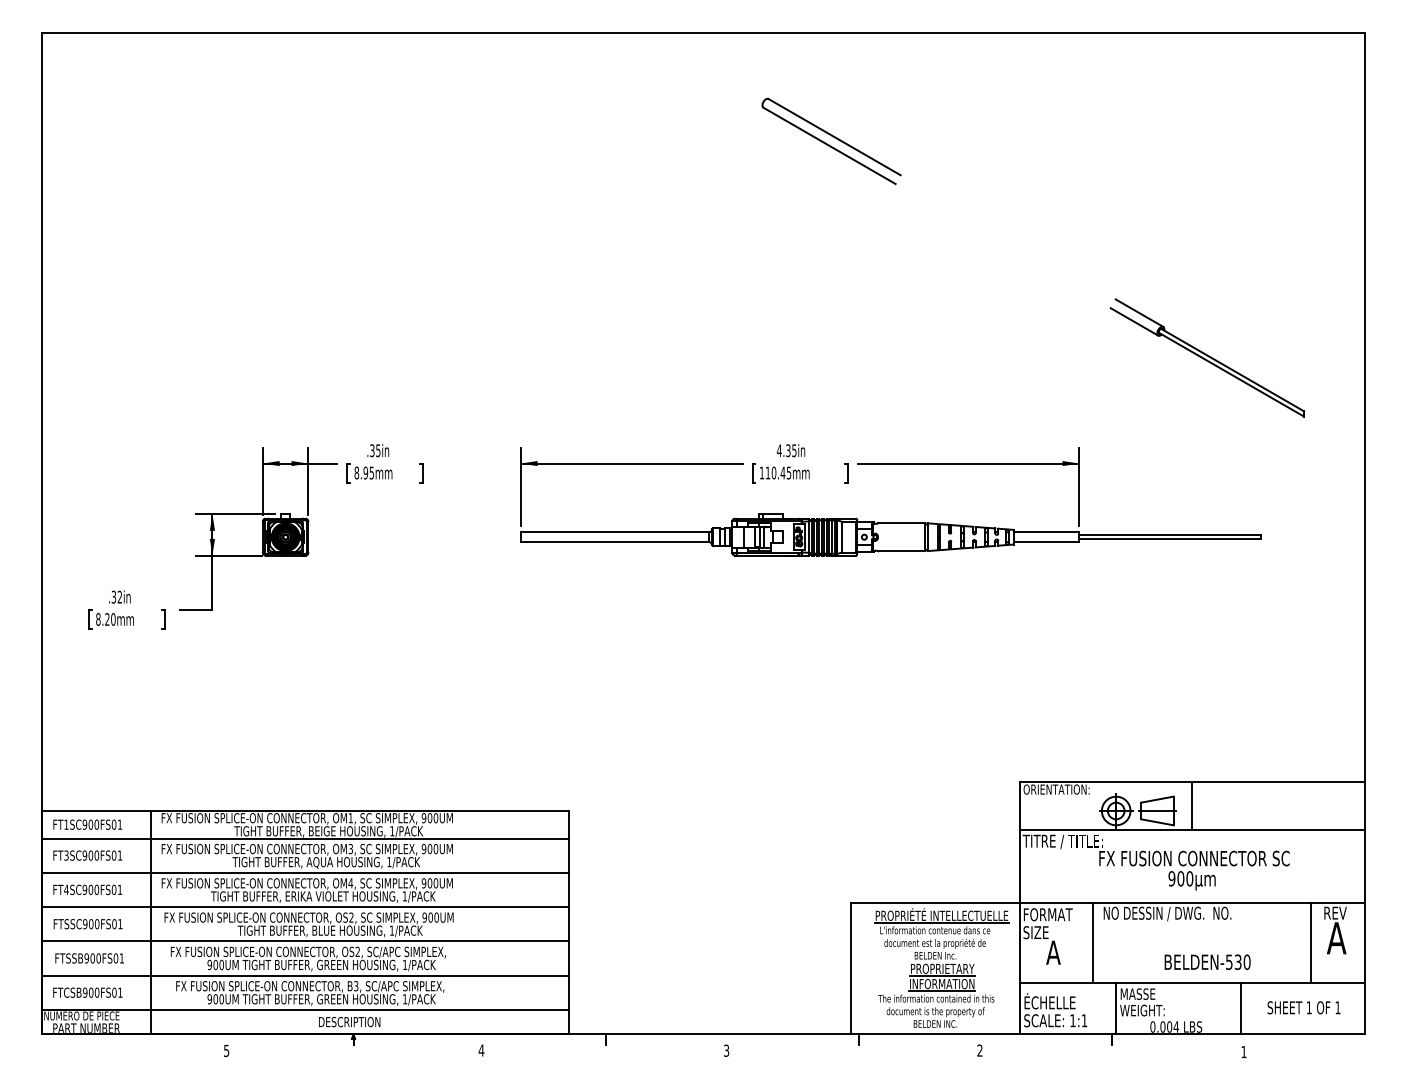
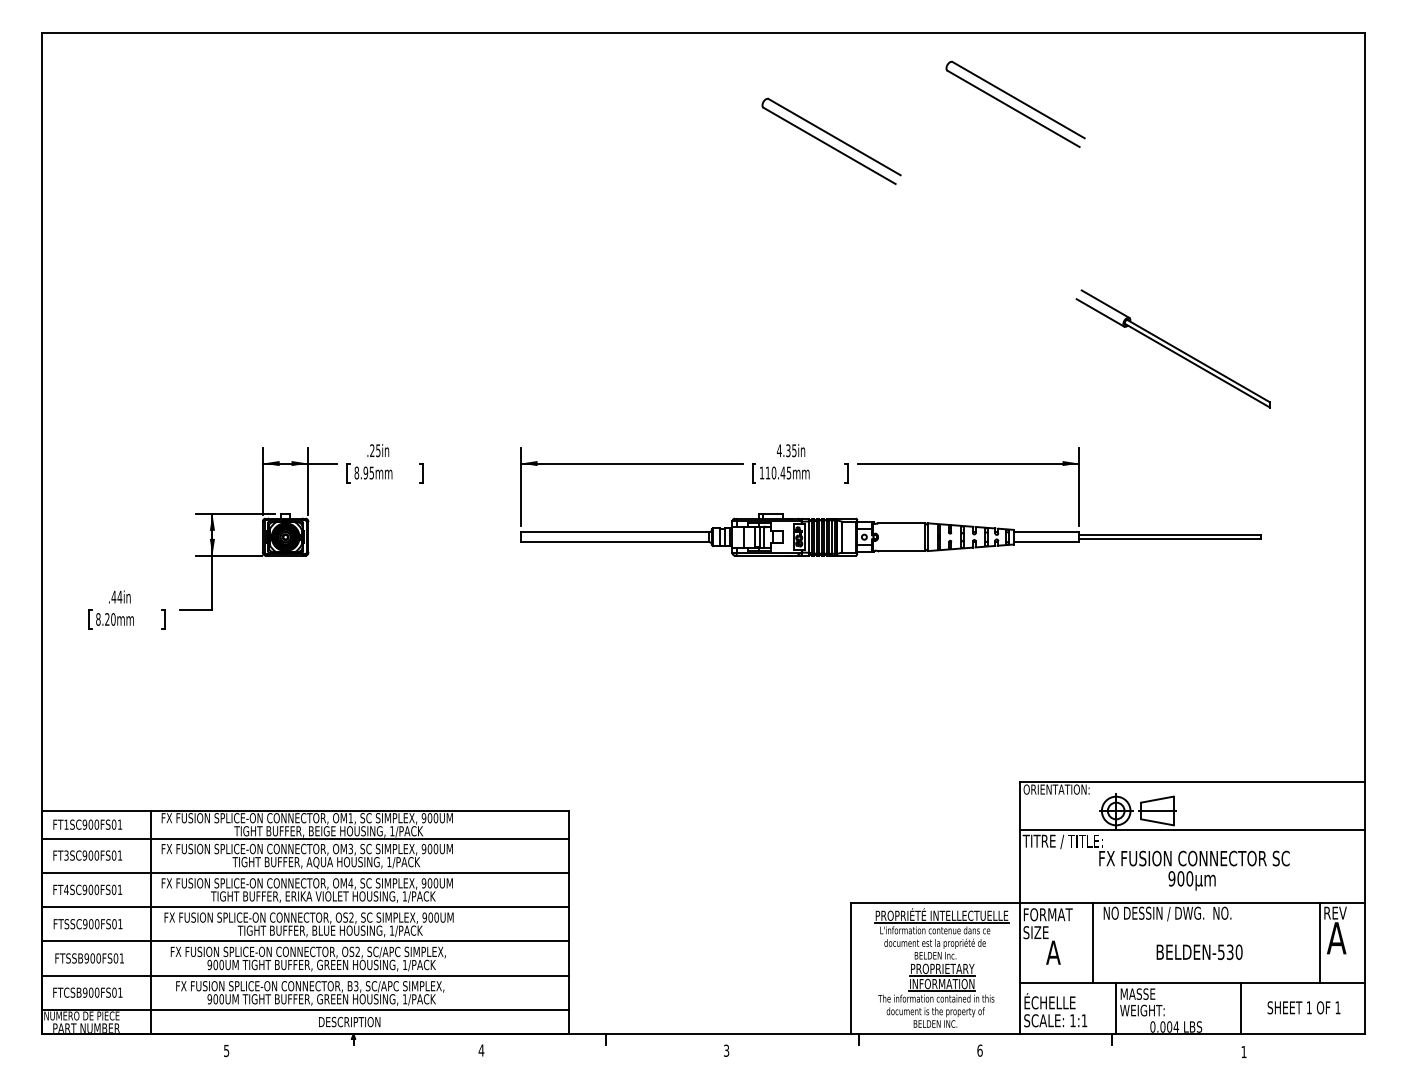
part at (1015, 103): none -> present
part at (1206, 357) position: (1206, 357) -> (1172, 348)
text at (372, 451): .35in -> .25in
text at (116, 596): .32in -> .44in
line at (1192, 806): present -> none
line at (1310, 942) position: (1310, 942) -> (1319, 942)
text at (1207, 961) position: (1207, 961) -> (1199, 951)
text at (979, 1050): 2 -> 6
